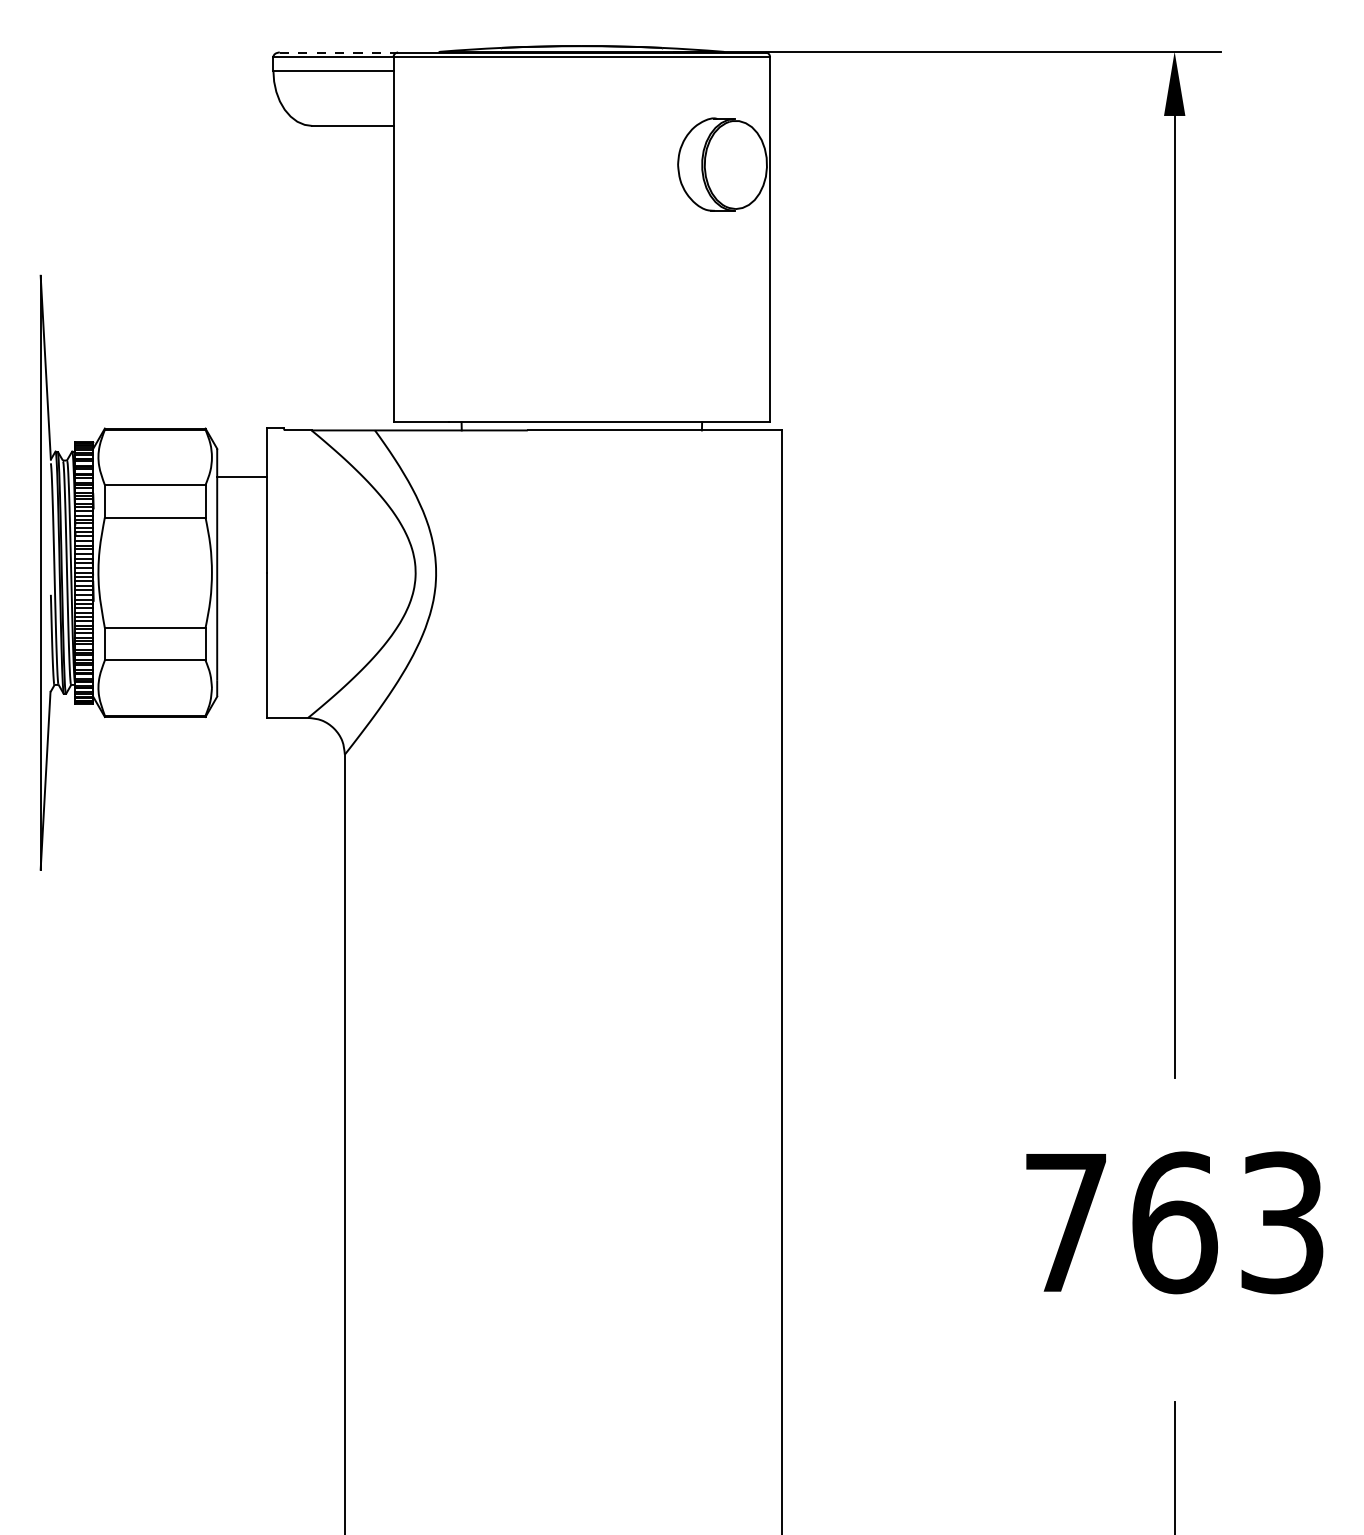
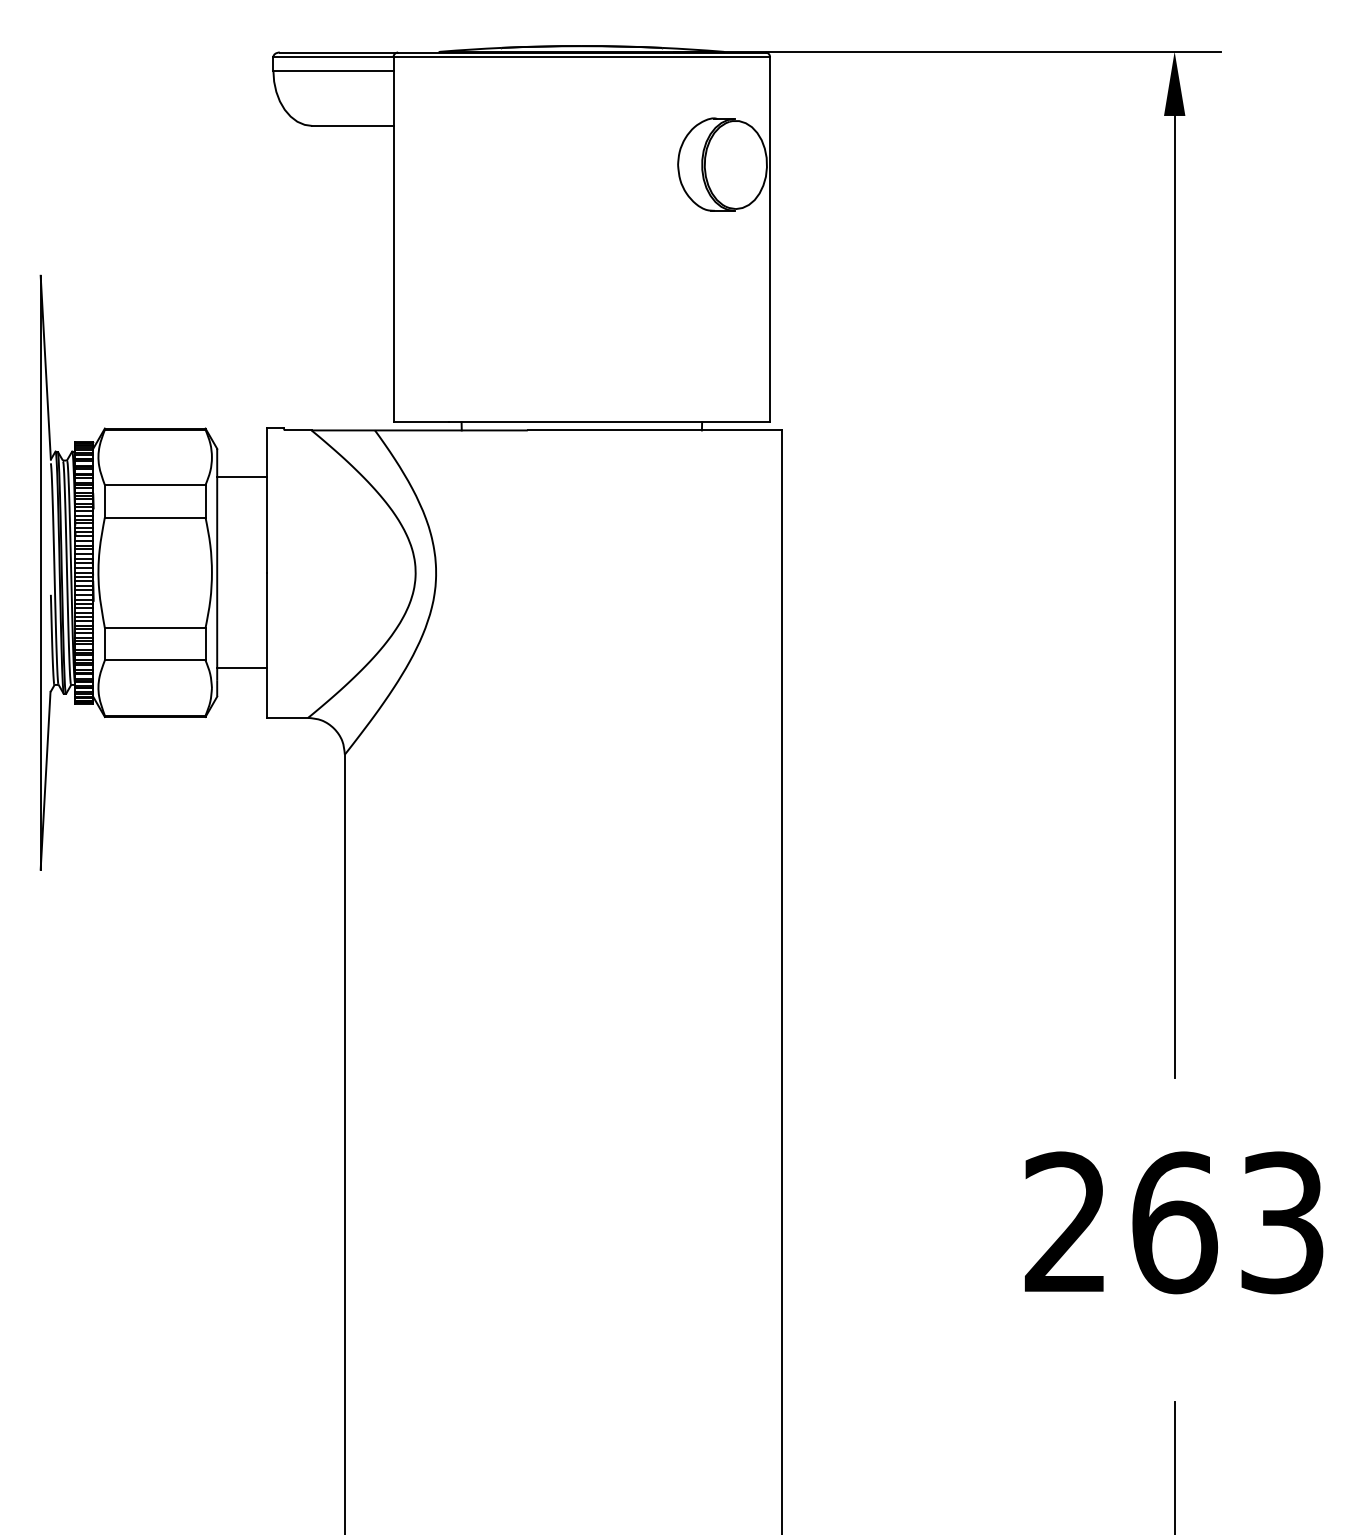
line at (339, 52): dashed -> solid
line at (241, 668): none -> present
text at (1064, 1221): 763 -> 263
